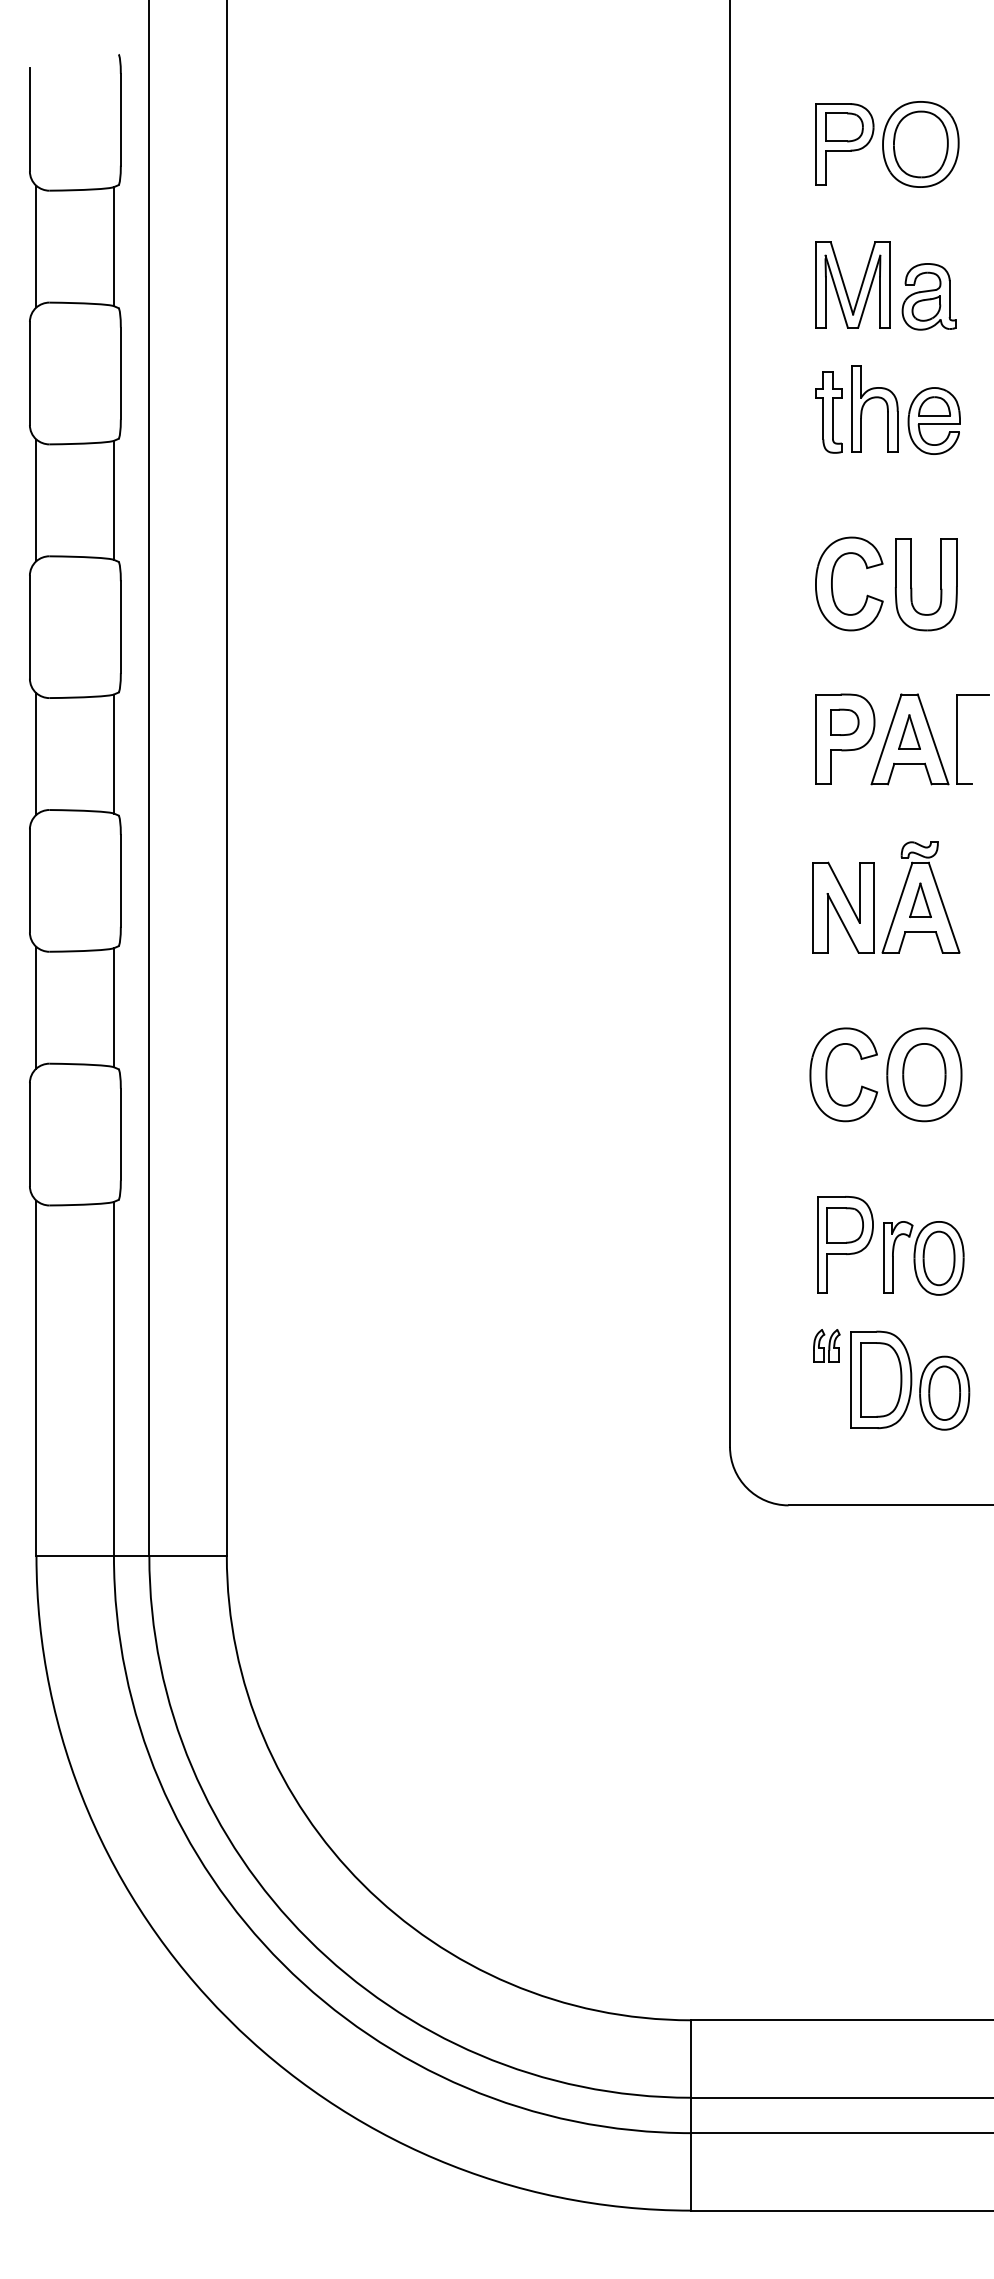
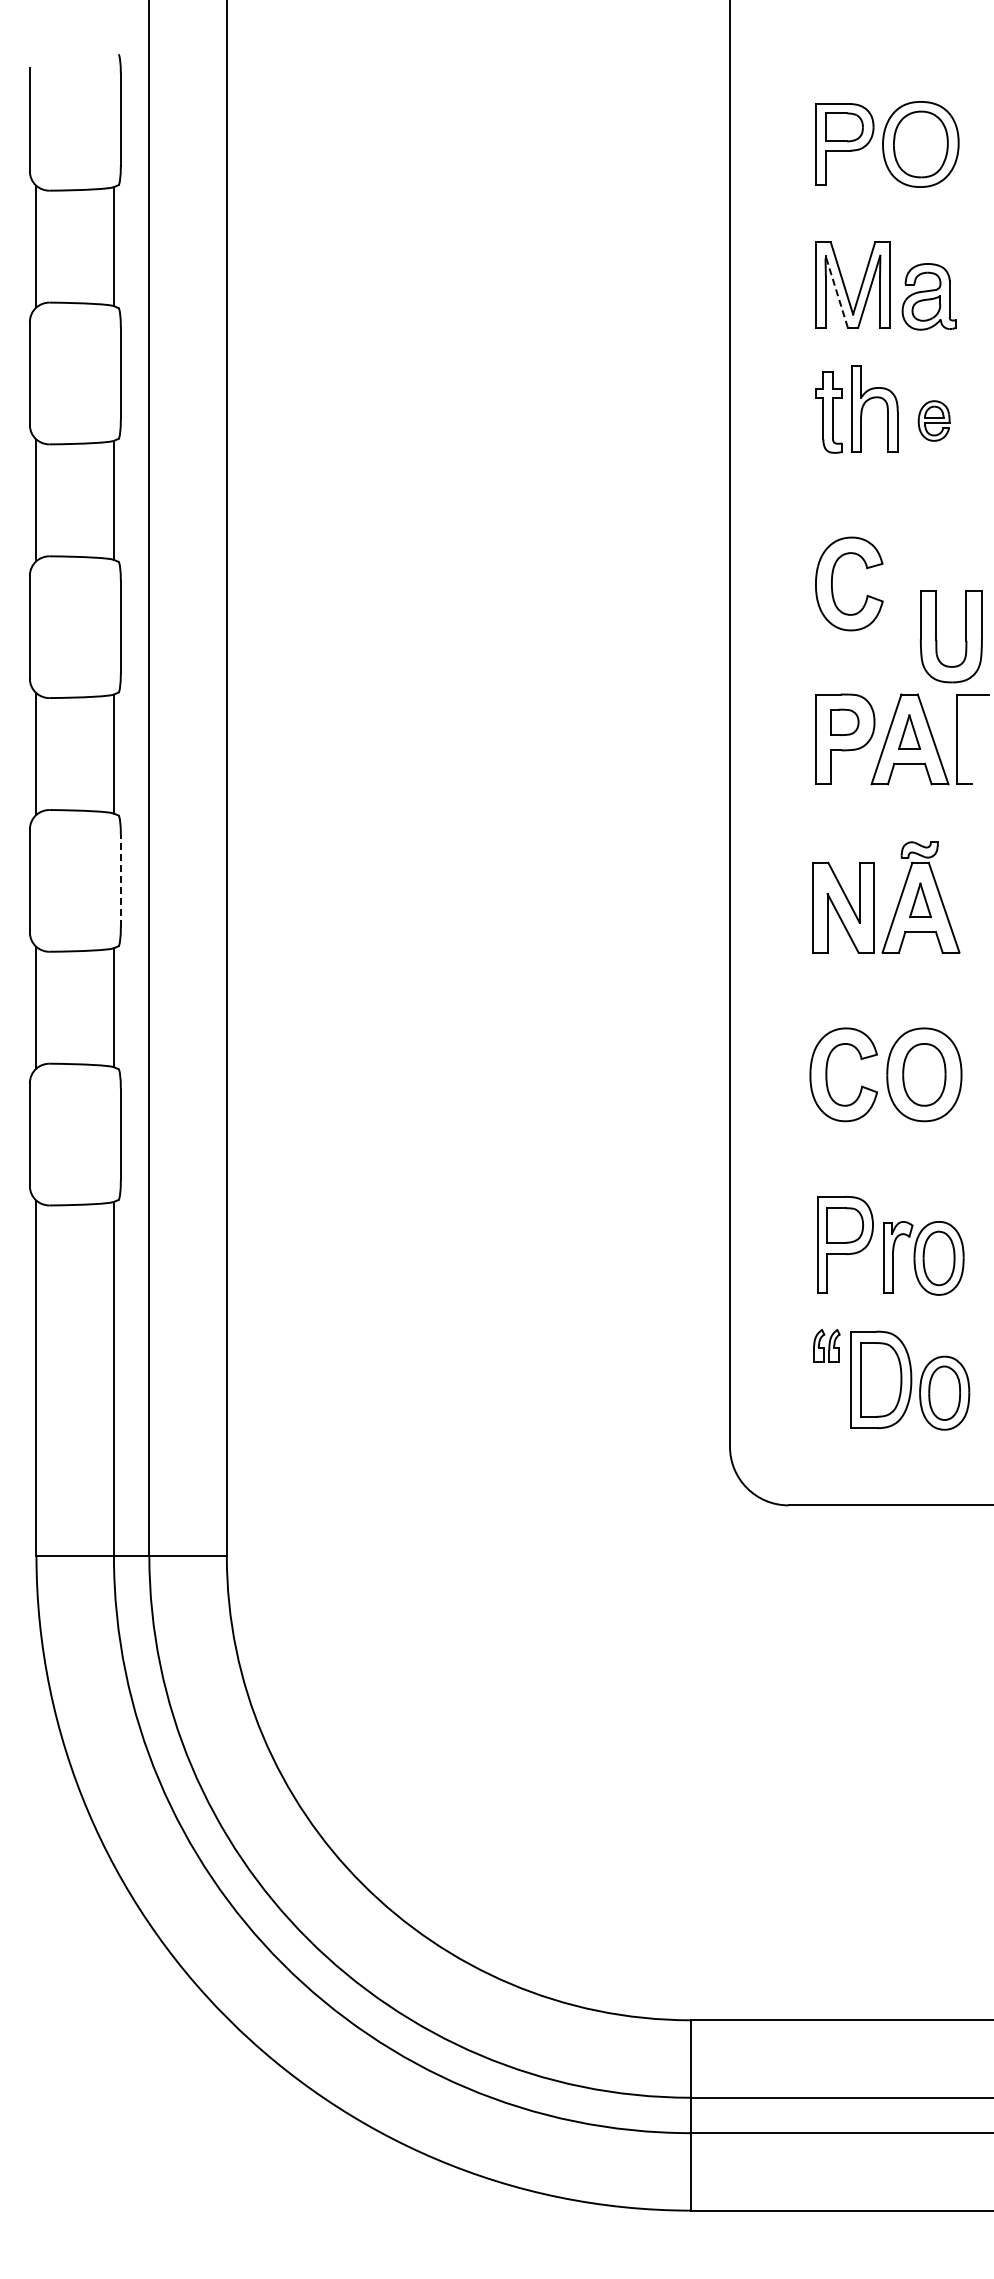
line at (836, 291): solid -> dashed
part at (933, 420) size: 54x68 px -> 34x42 px
part at (912, 588) position: (912, 588) -> (937, 640)
line at (120, 880): solid -> dashed
